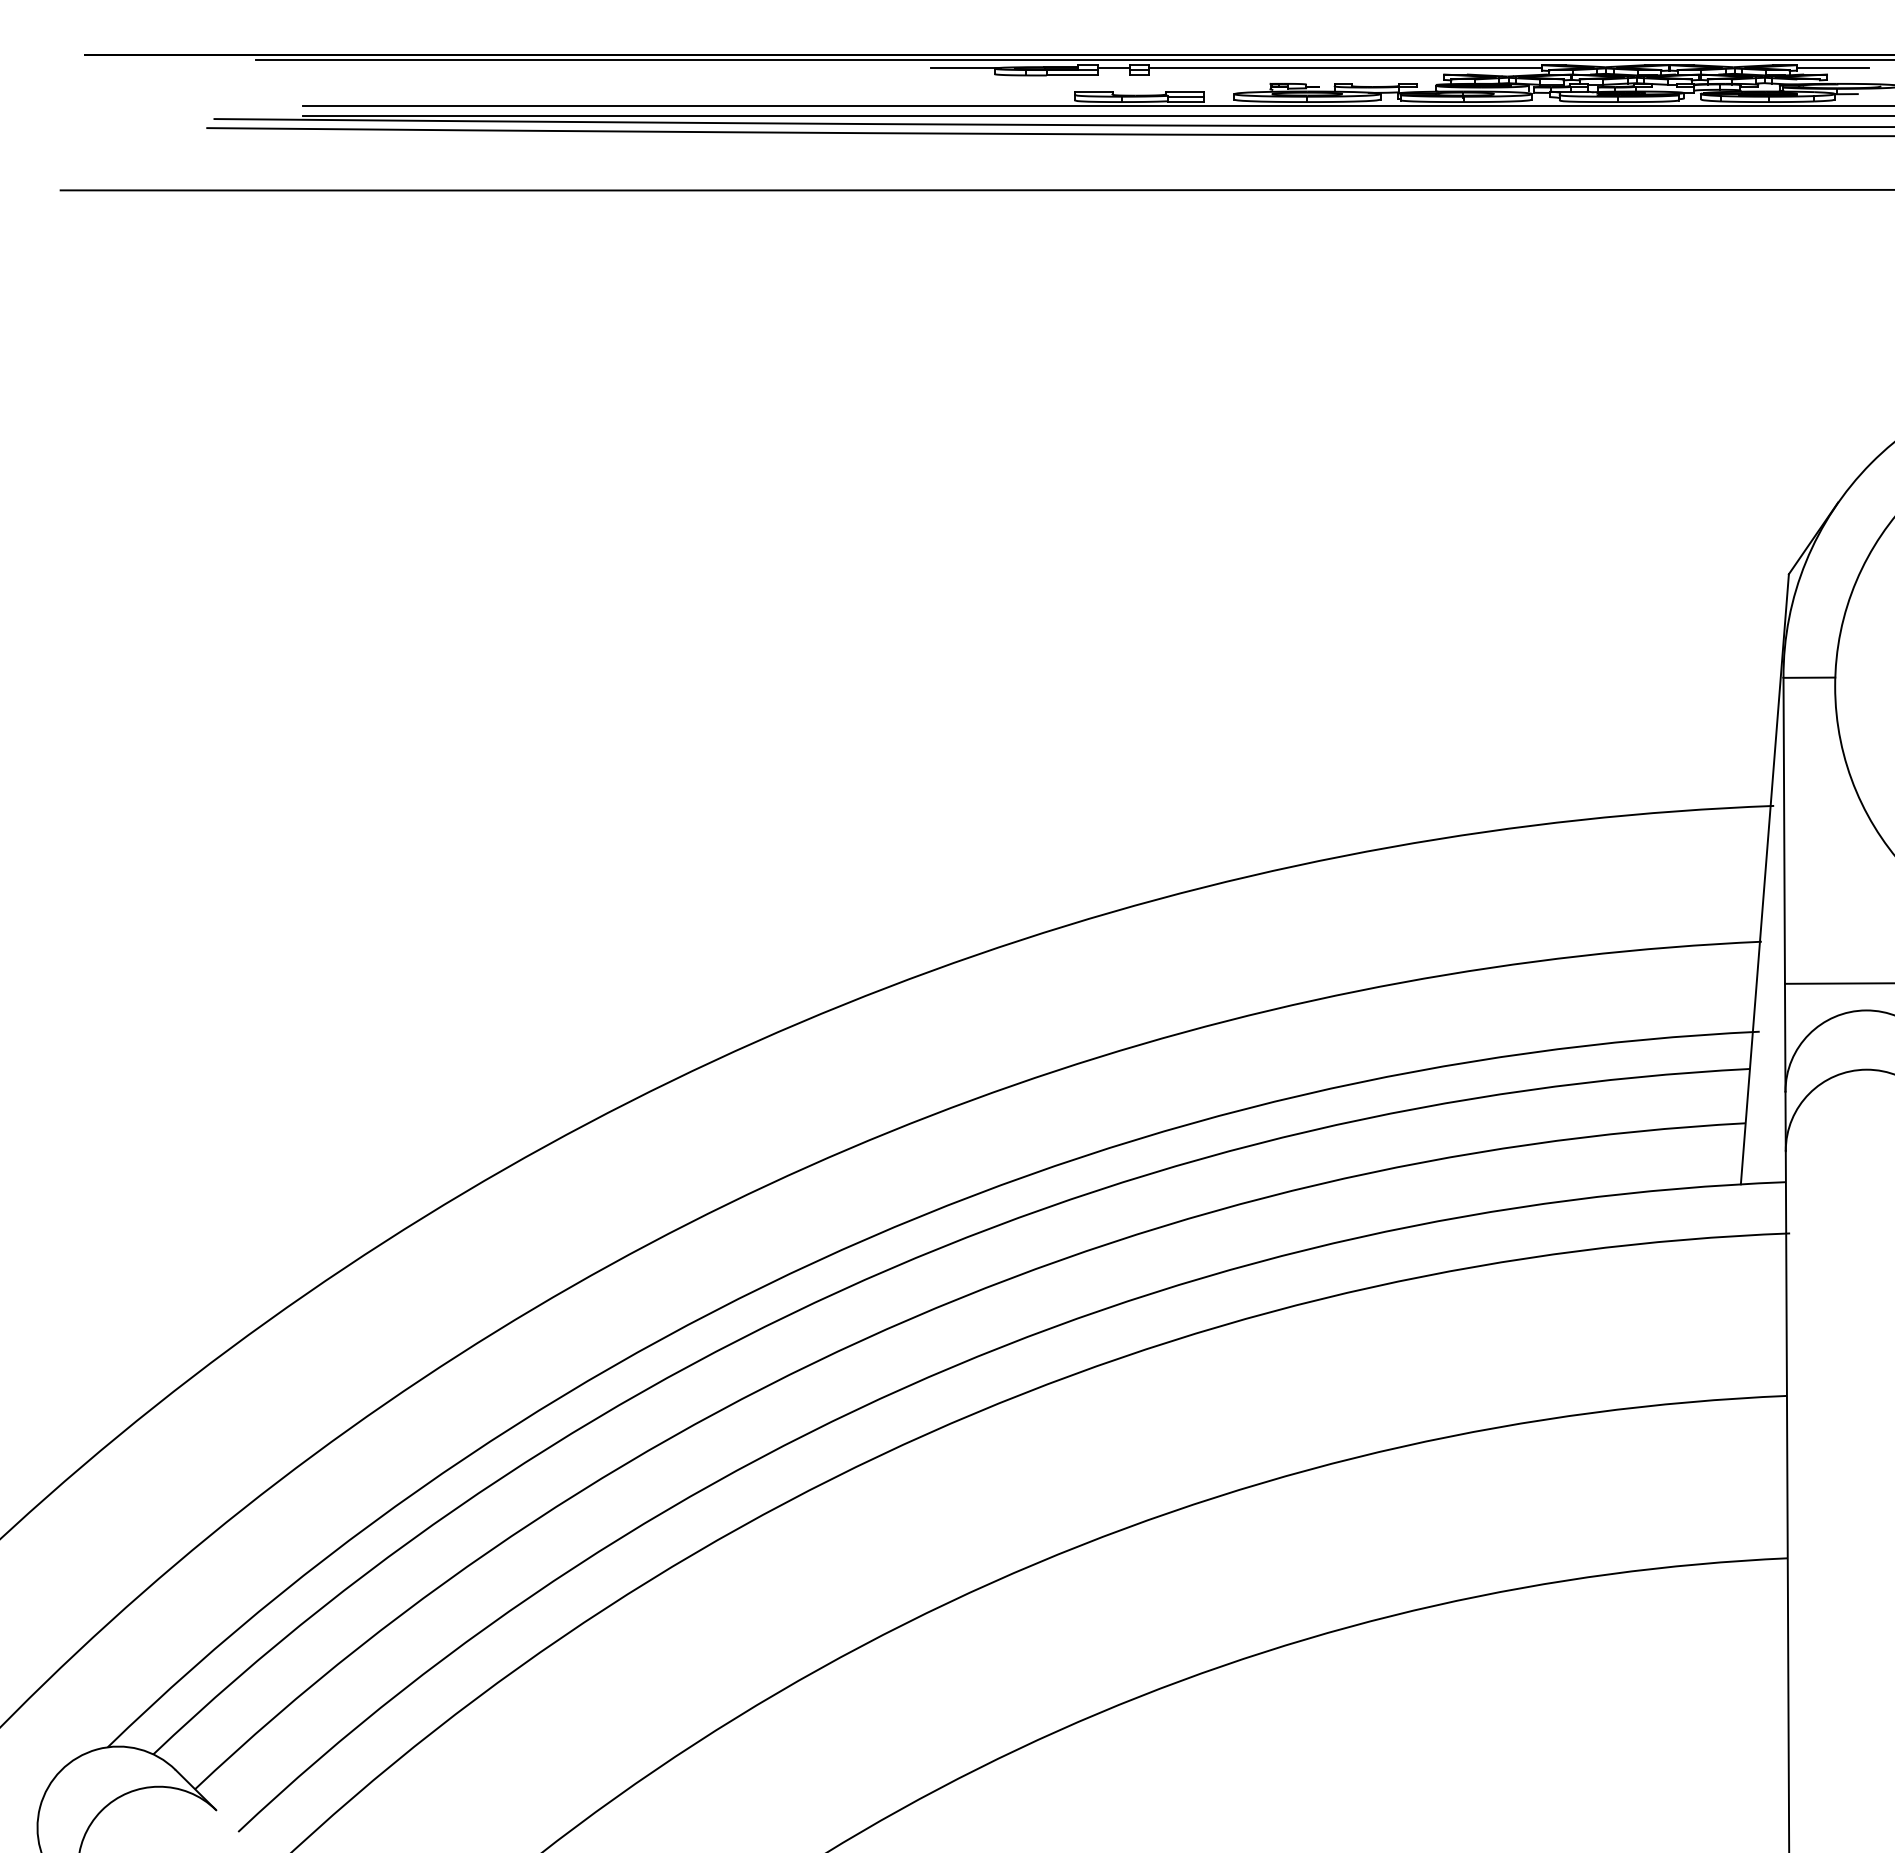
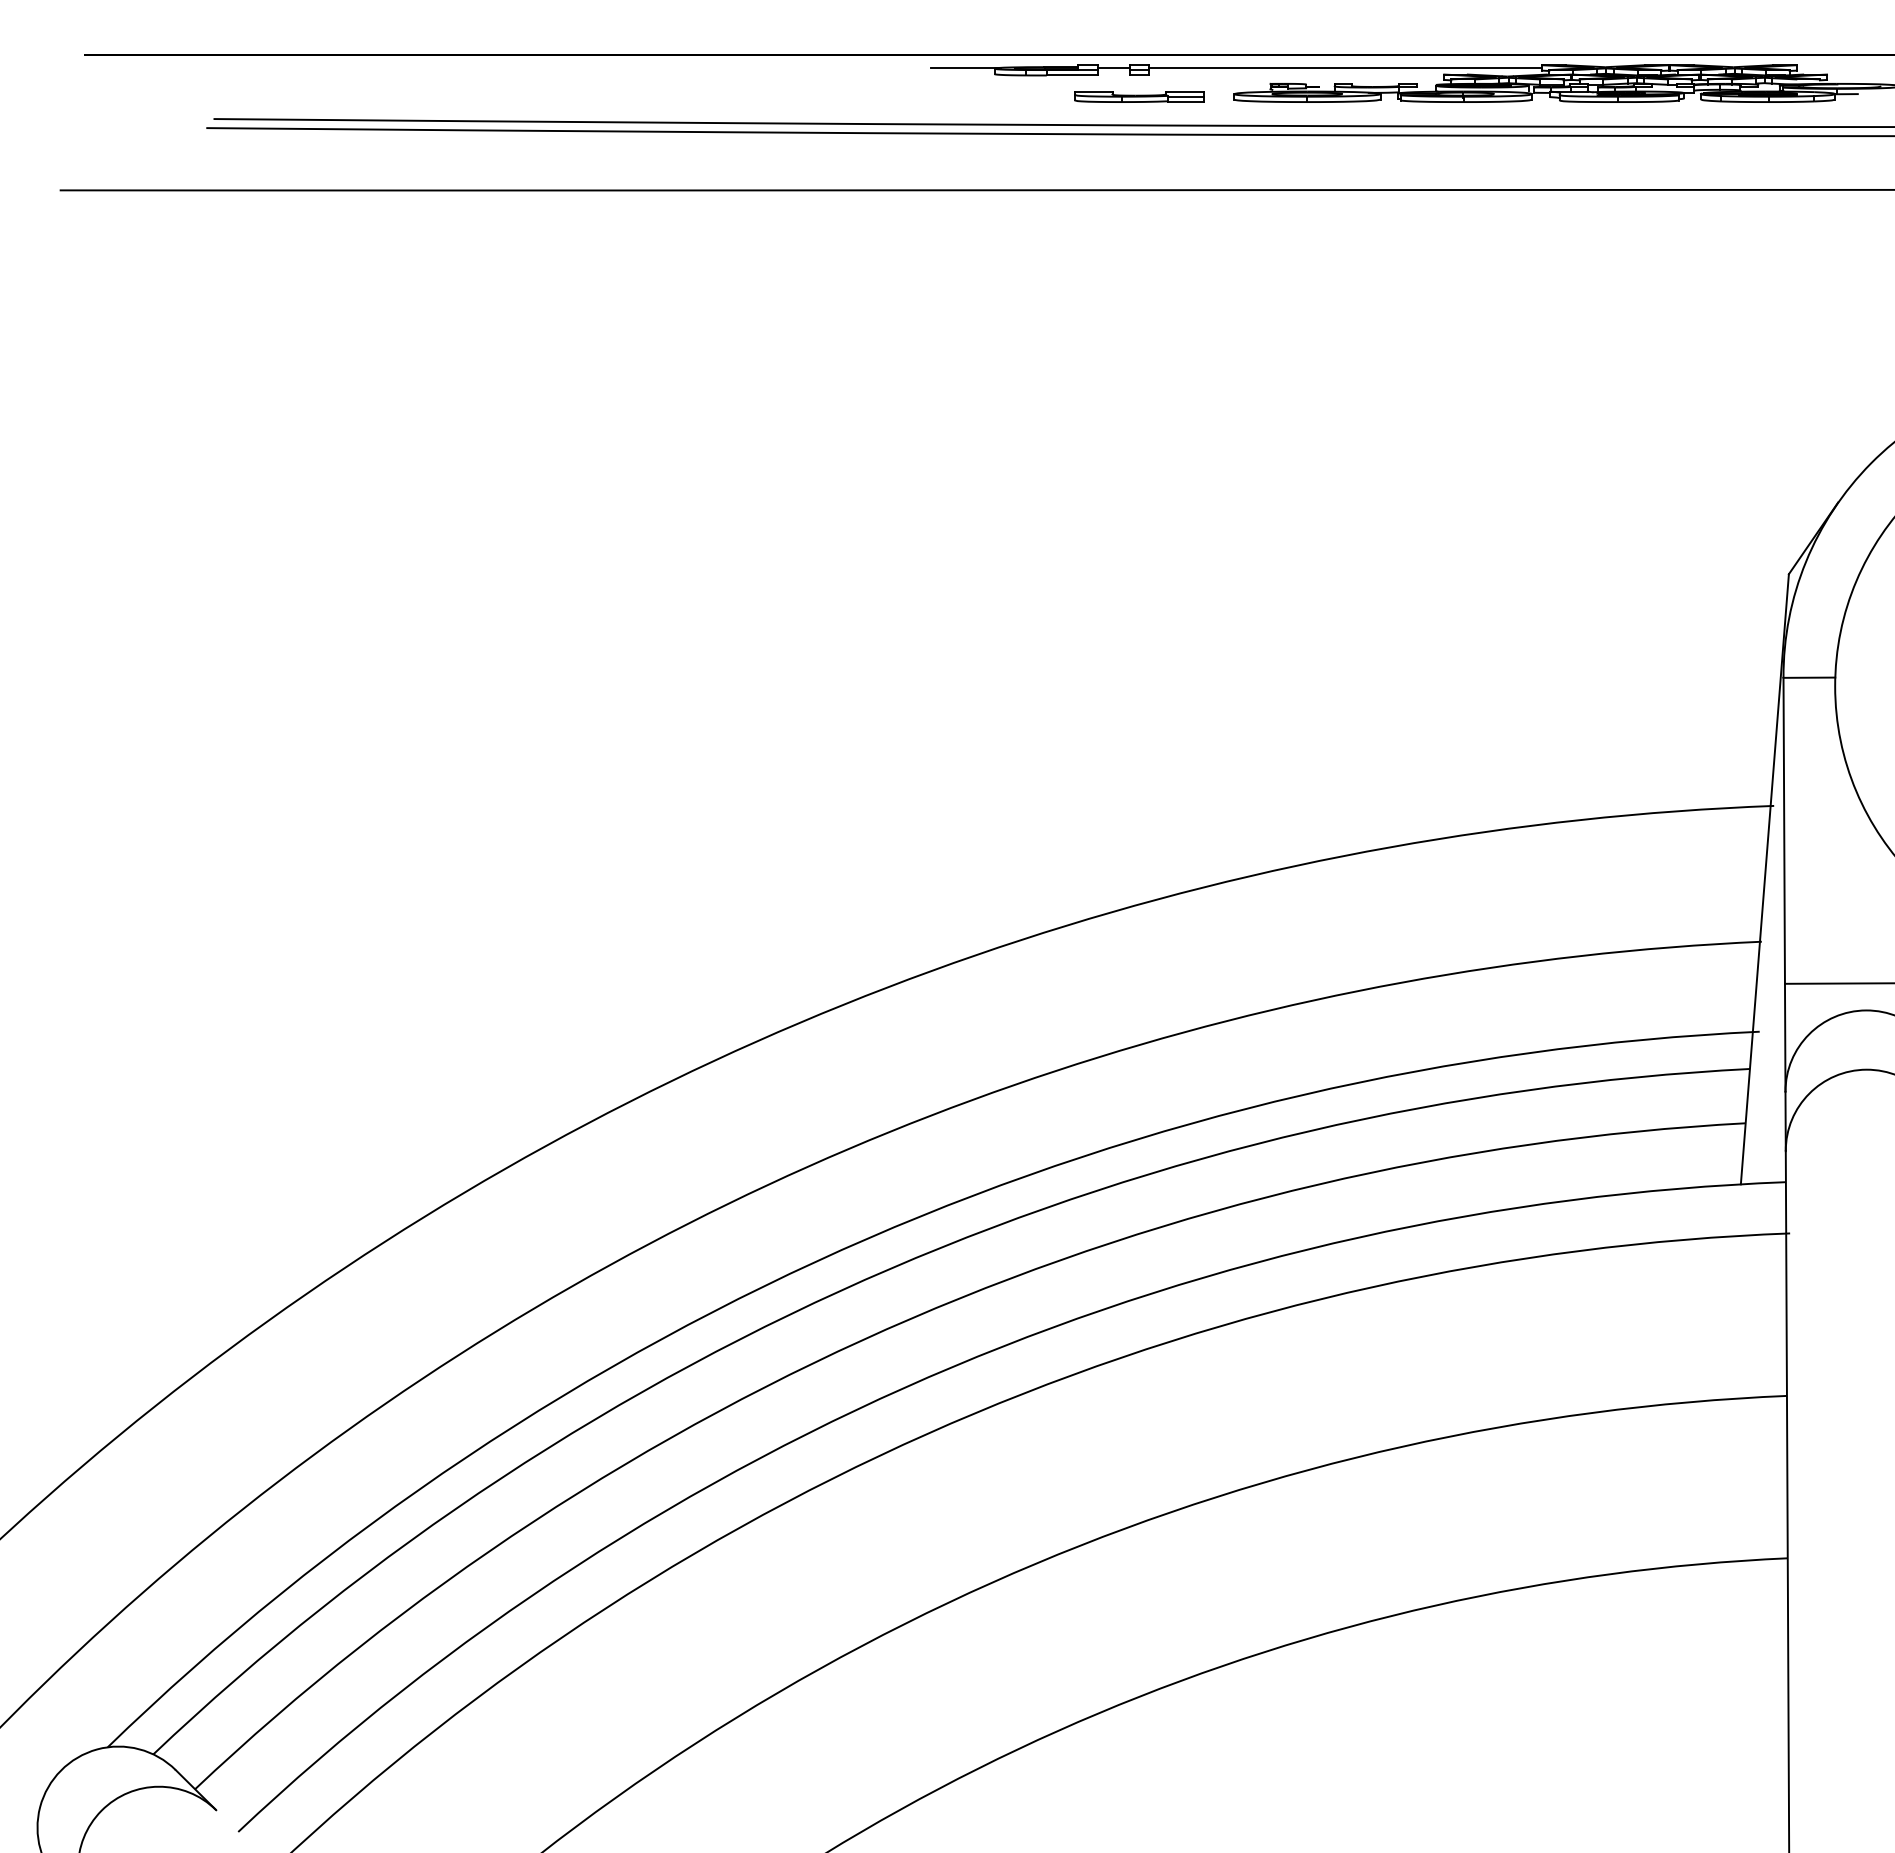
line at (1073, 59): present -> none
line at (1832, 67): present -> none
line at (1097, 105): present -> none
line at (1097, 116): present -> none
